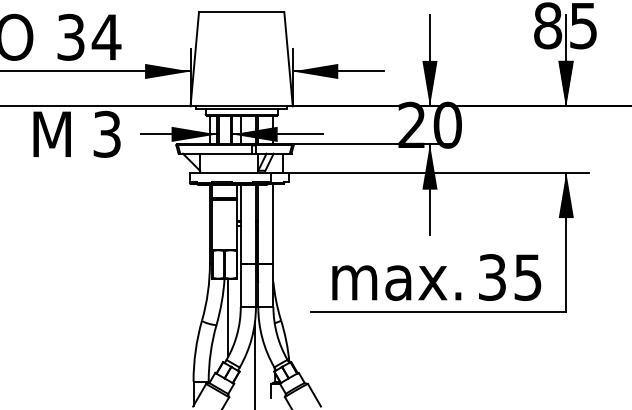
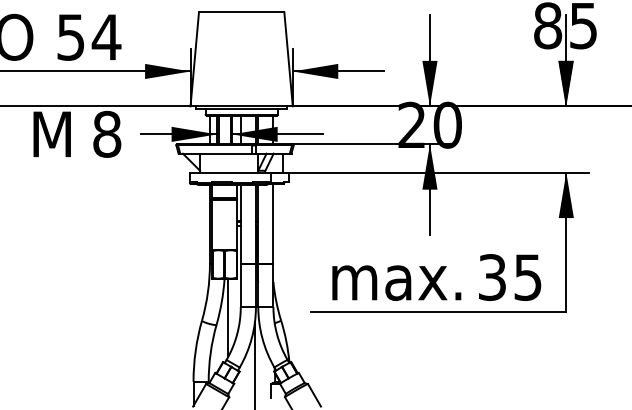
text at (71, 36): 34 -> 54
text at (107, 133): 3 -> 8
